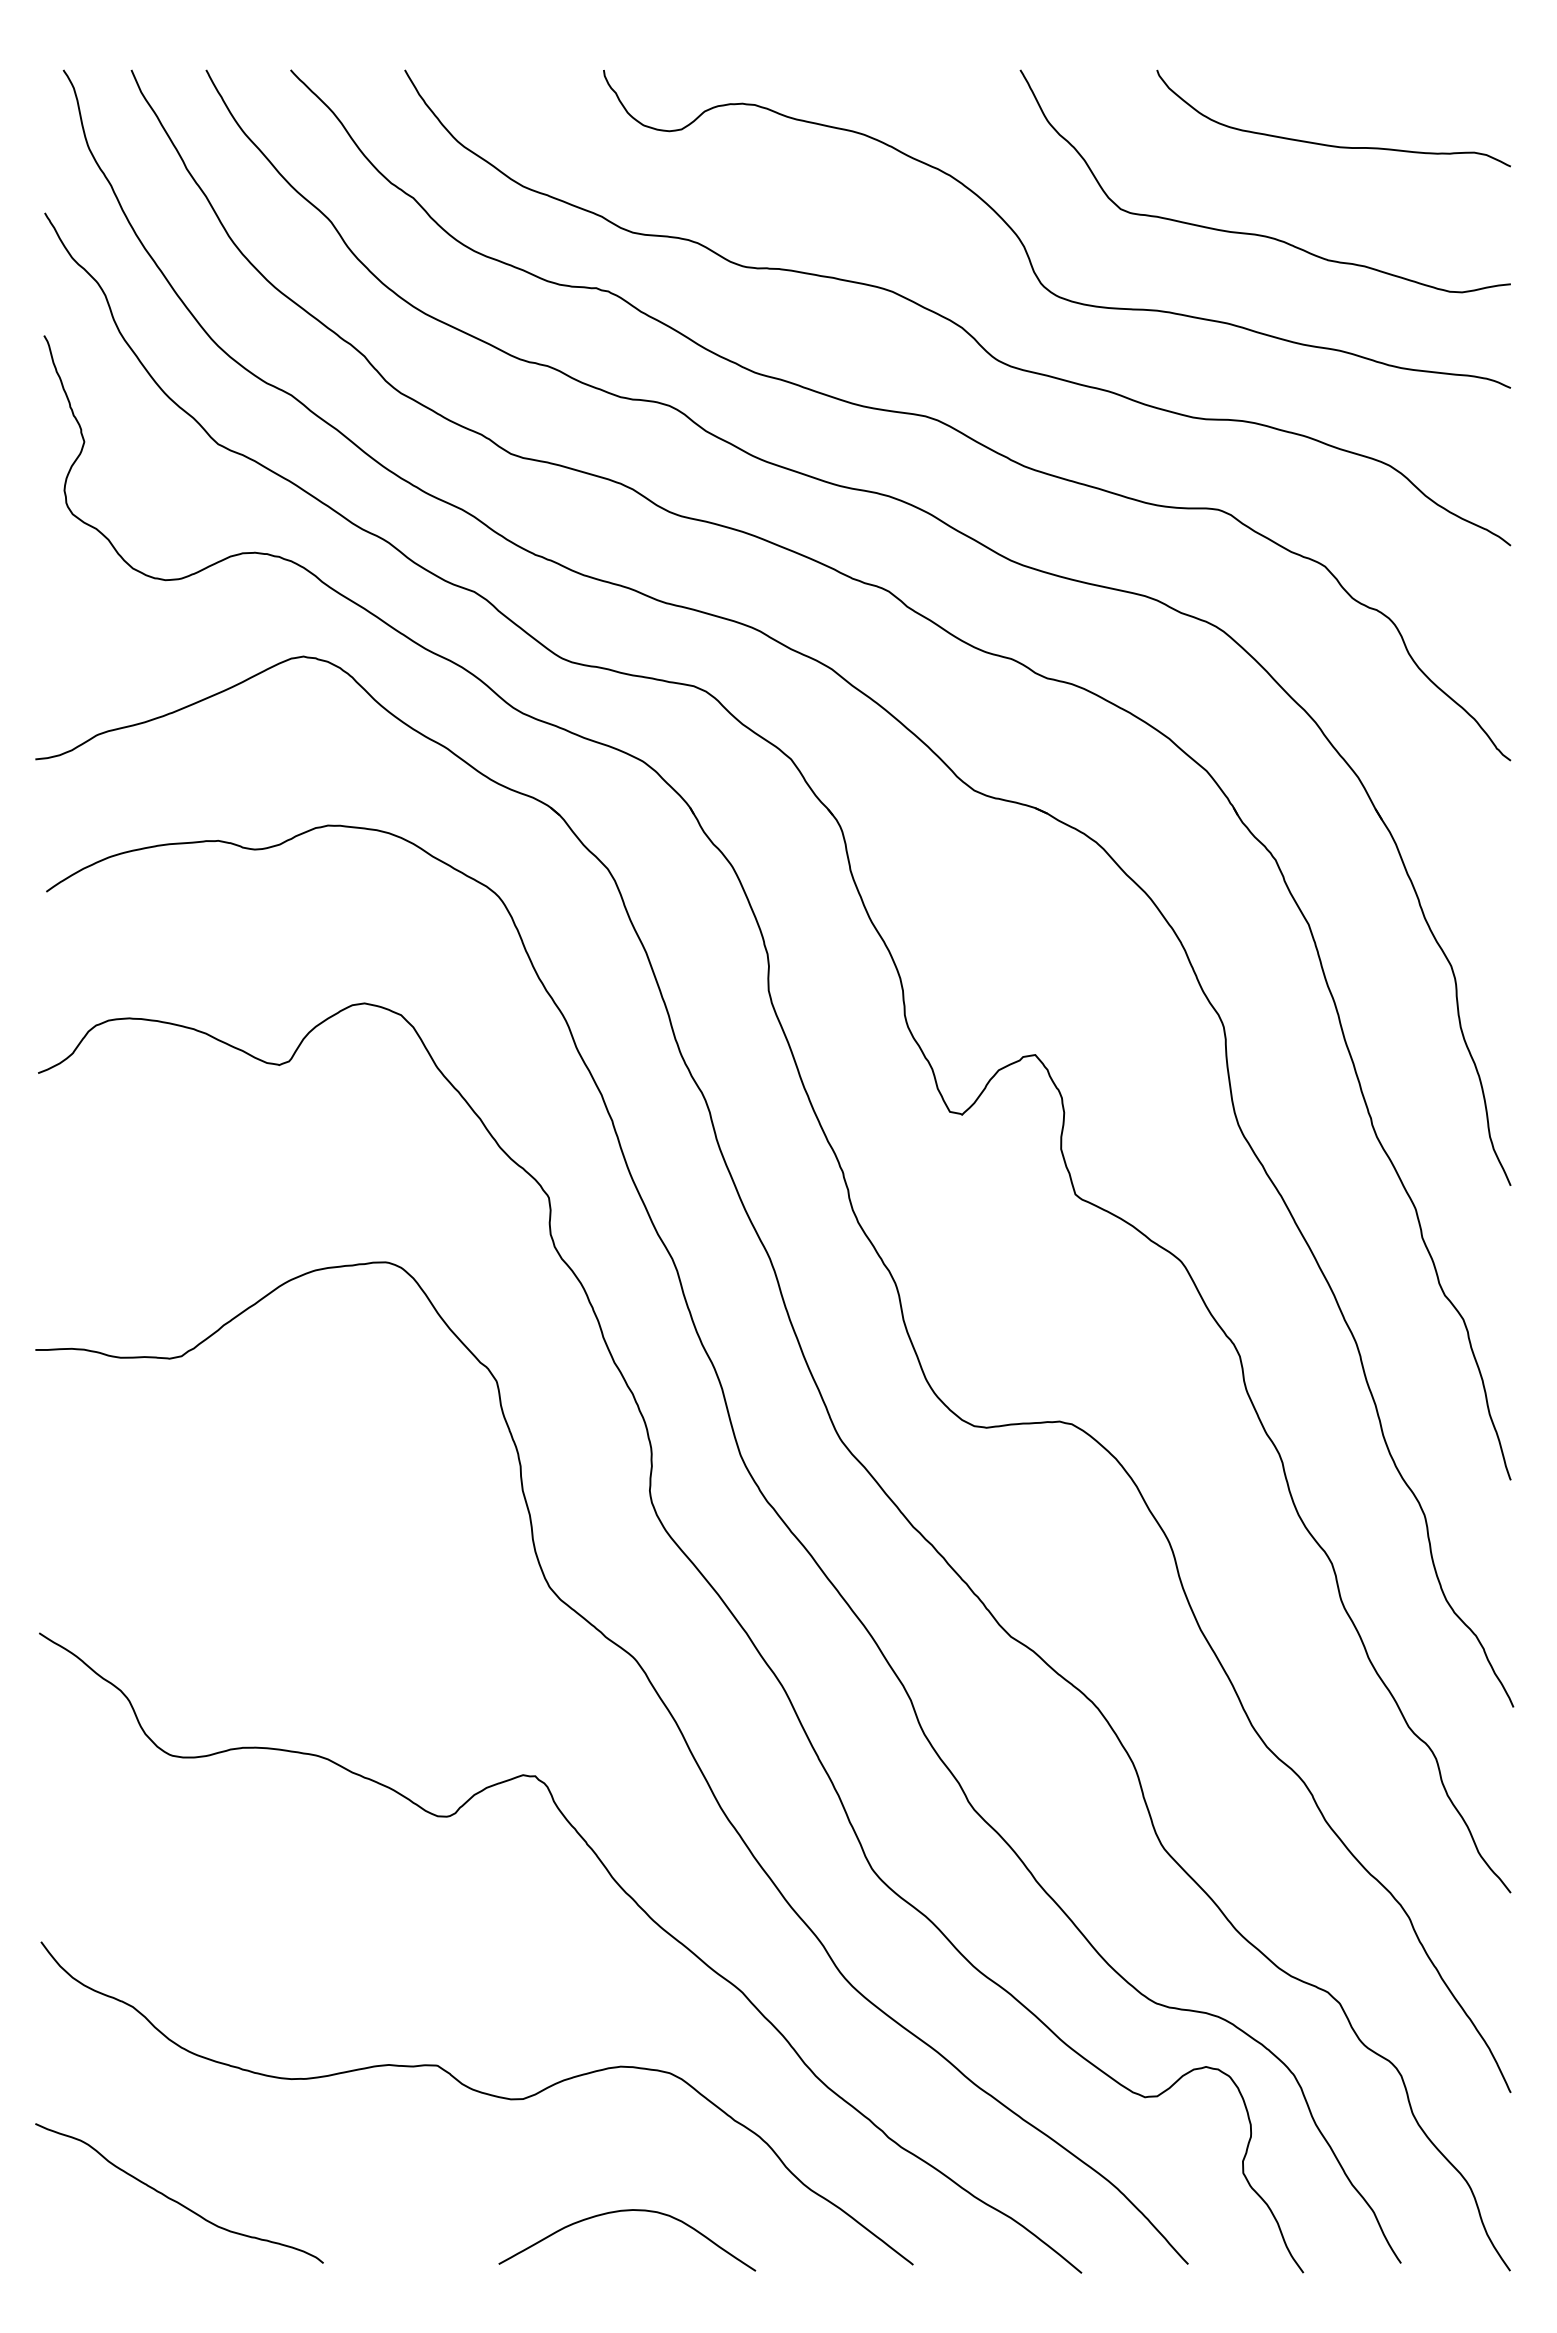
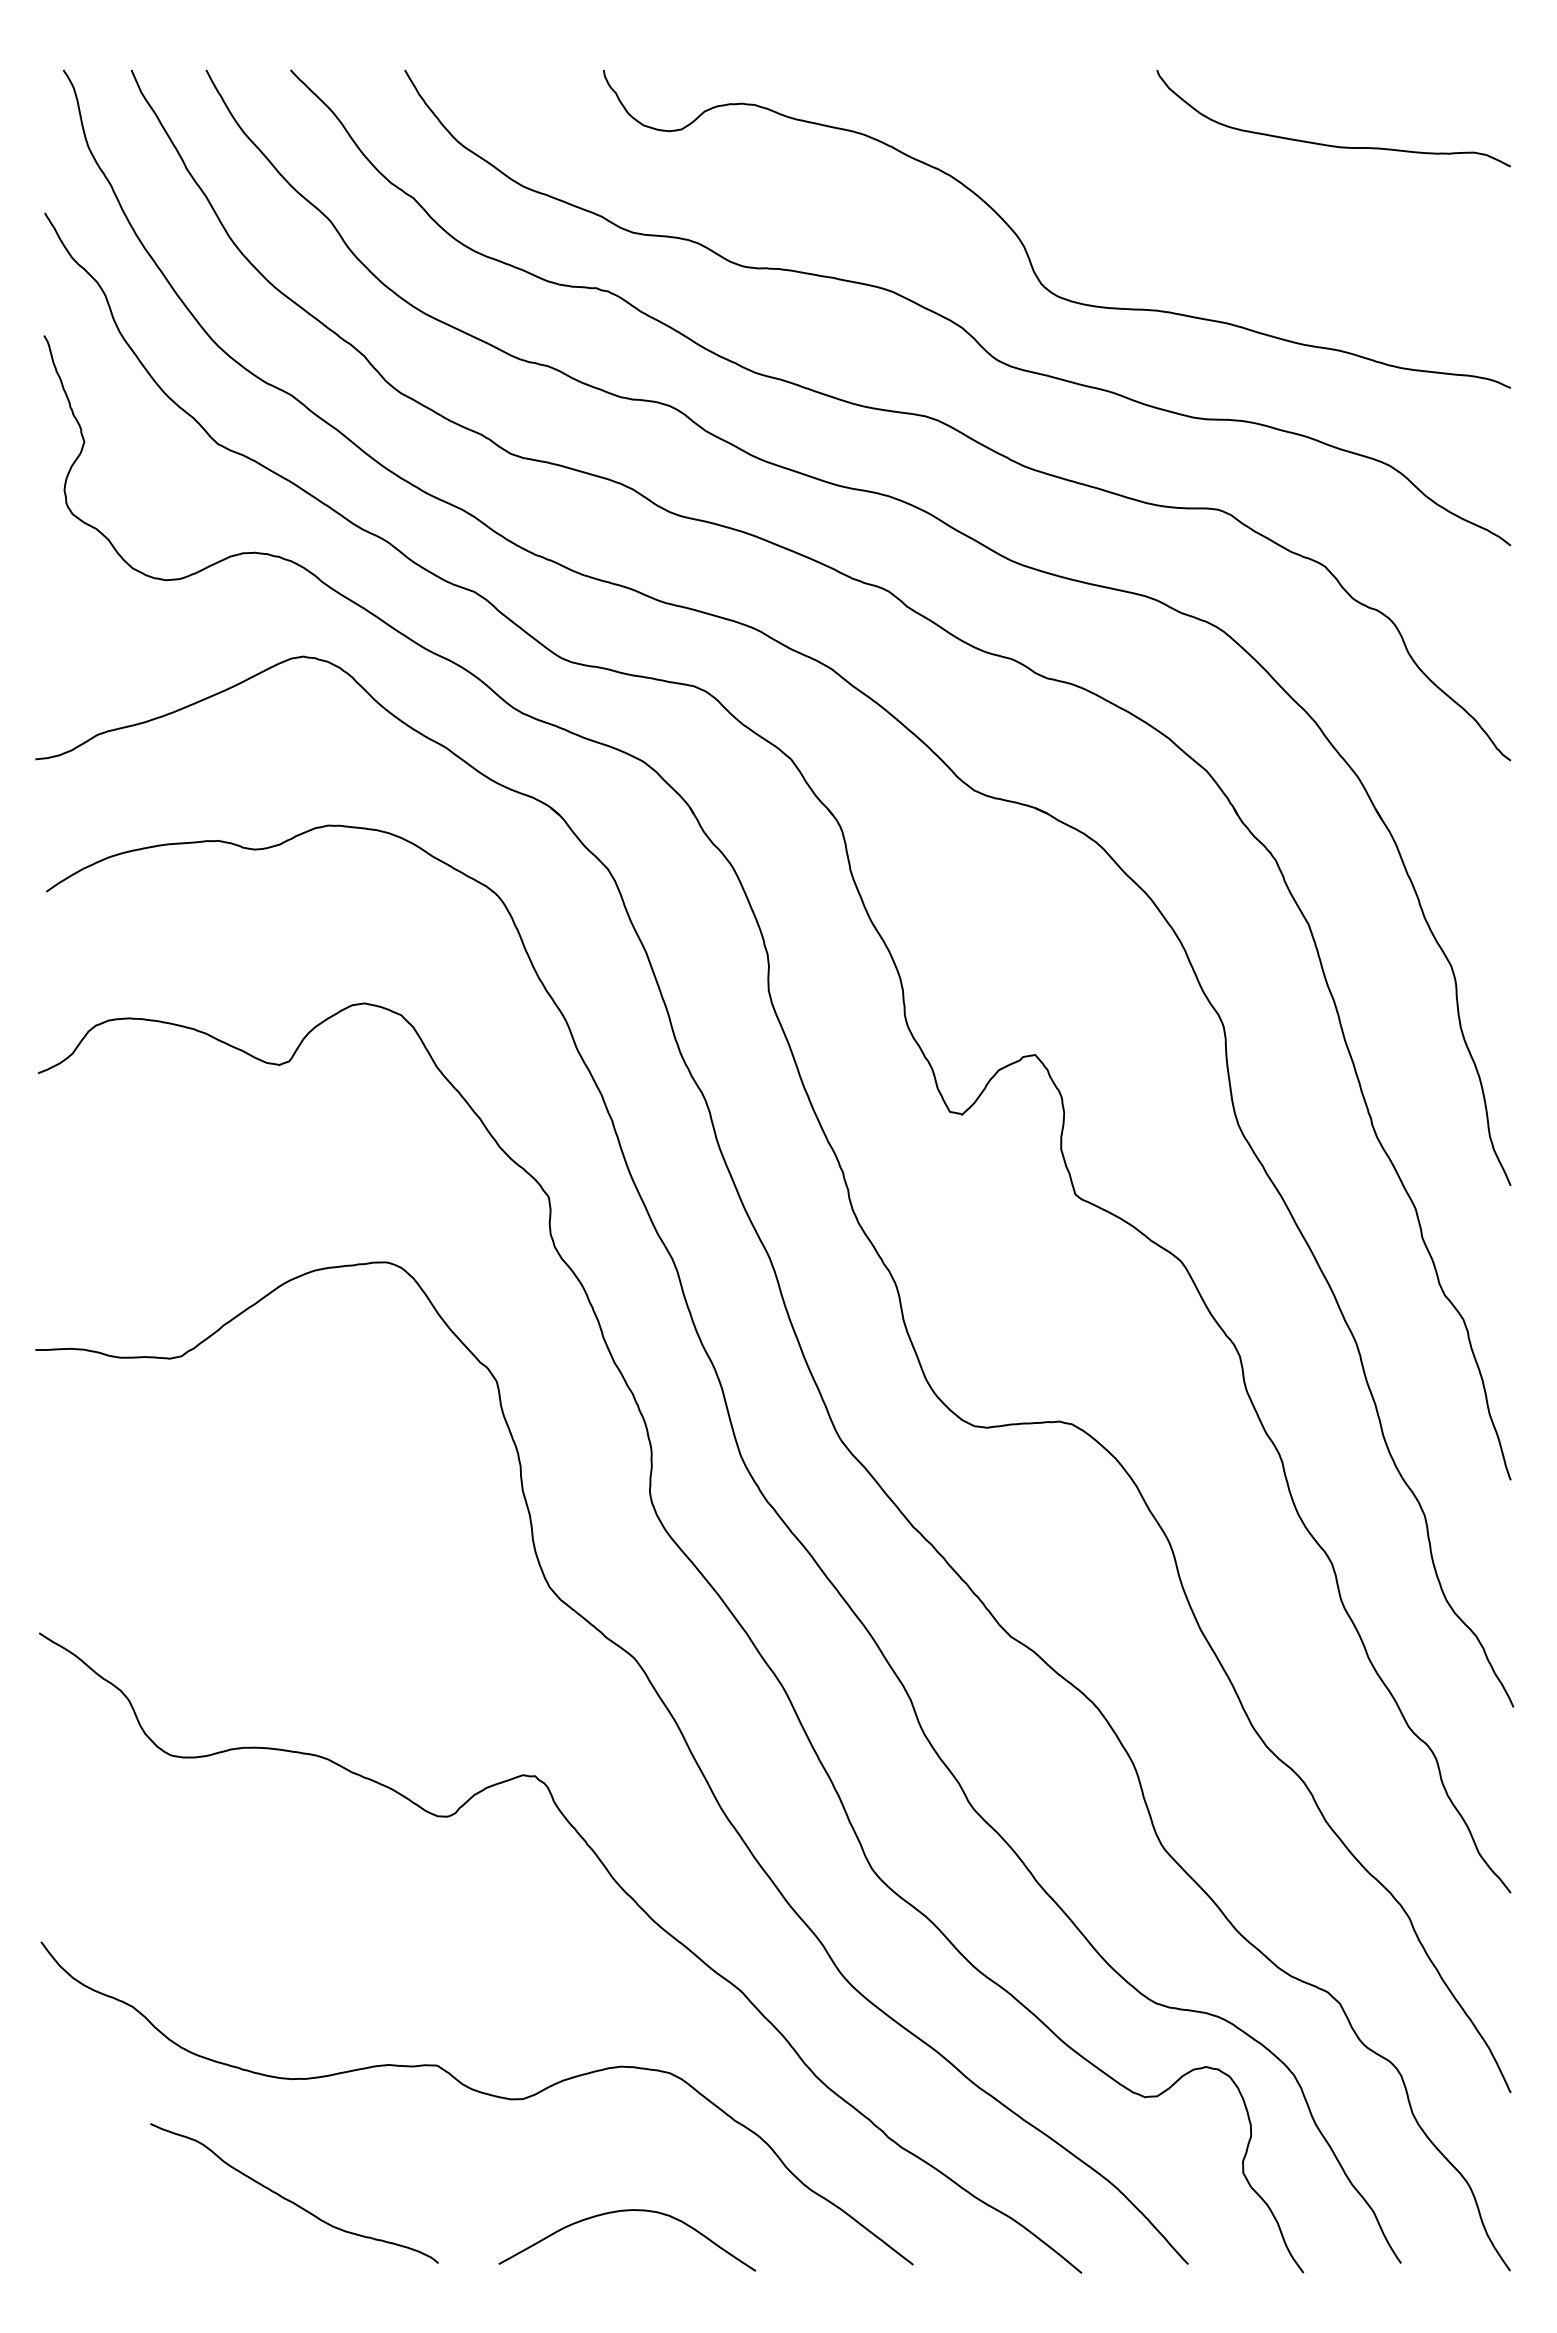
curve at (1256, 233): present -> none
curve at (176, 2200) position: (176, 2200) -> (291, 2200)
